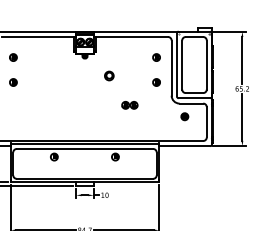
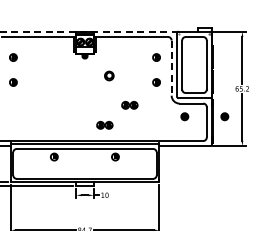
line at (88, 31): solid -> dashed
line at (171, 68): solid -> dashed
part at (224, 116): none -> present
part at (104, 125): none -> present
